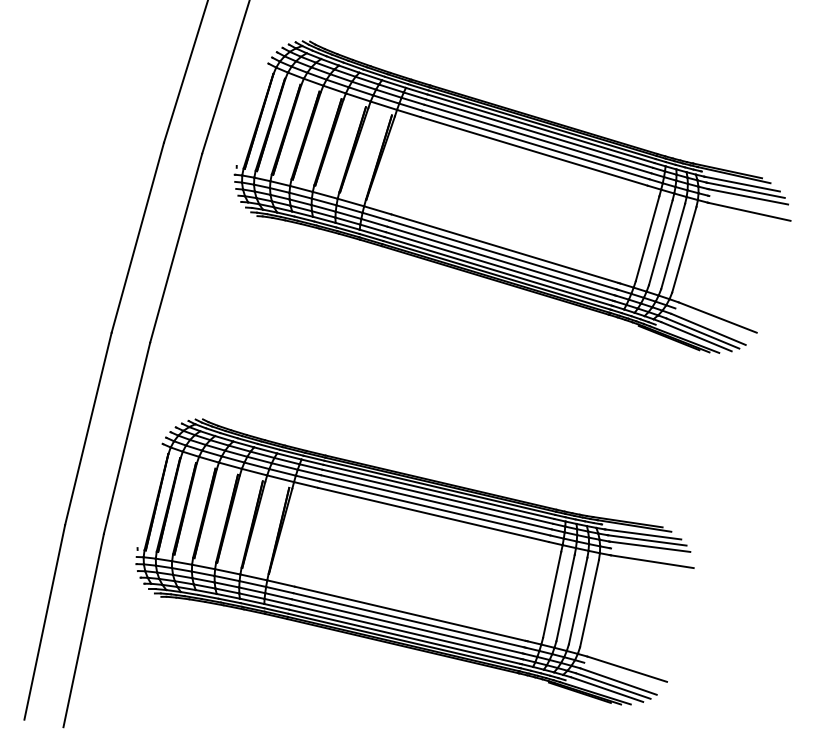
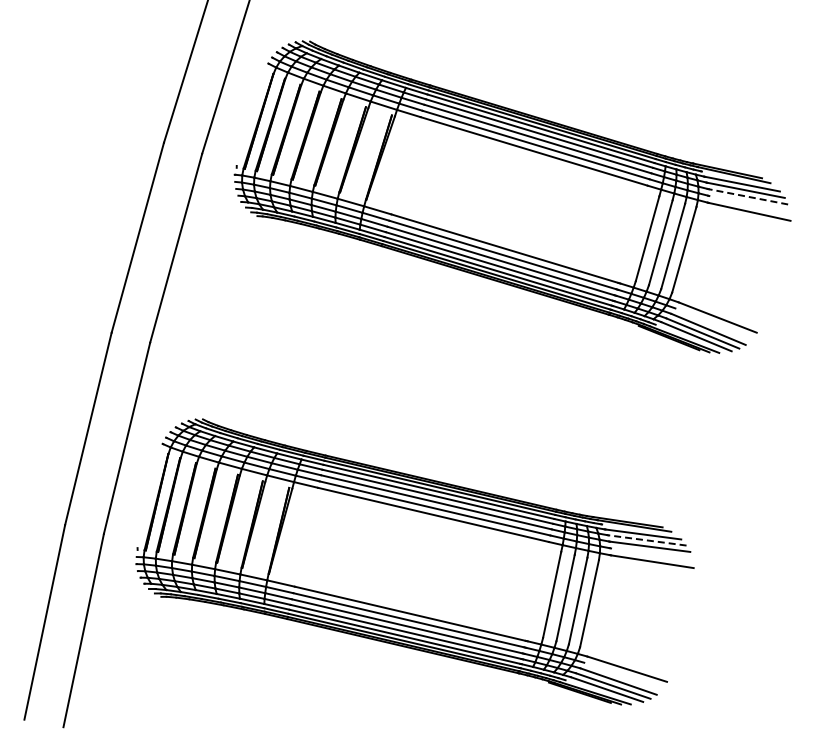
line at (747, 196): solid -> dashed
line at (646, 540): solid -> dashed
